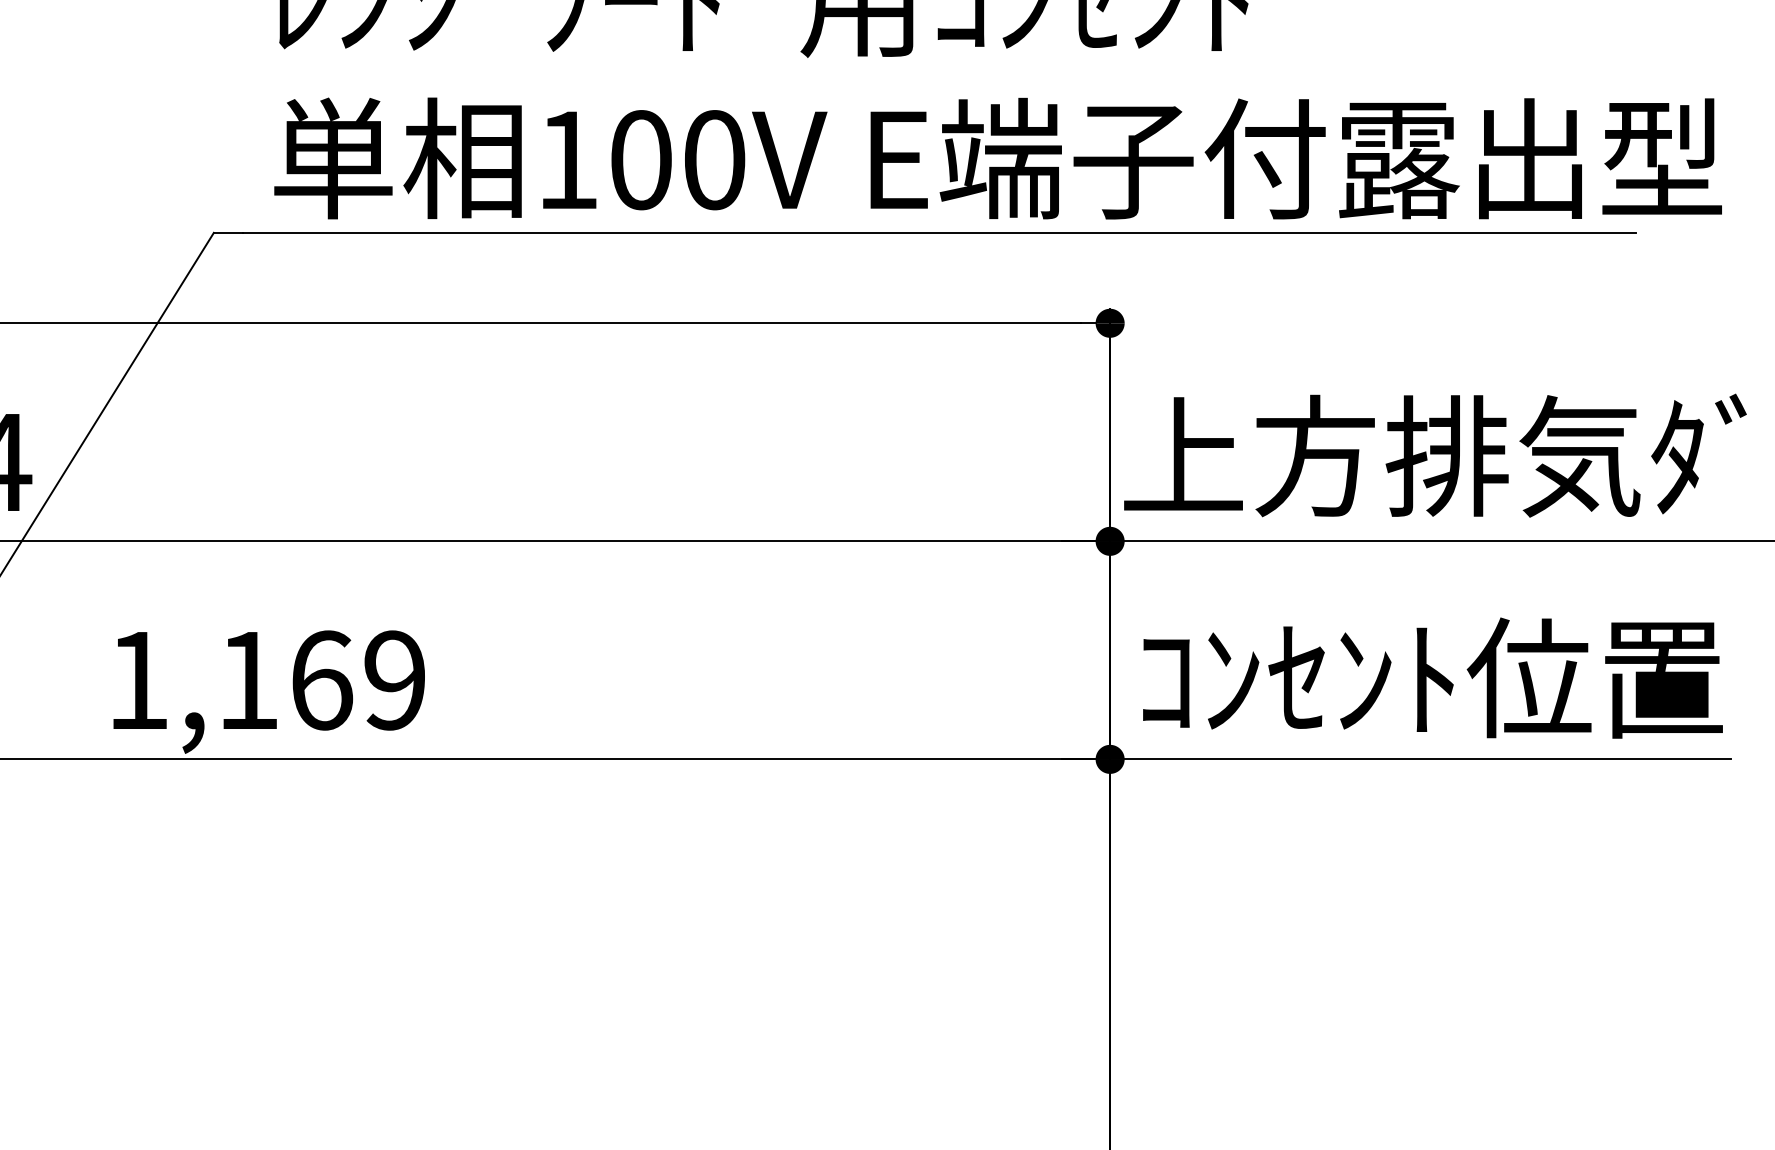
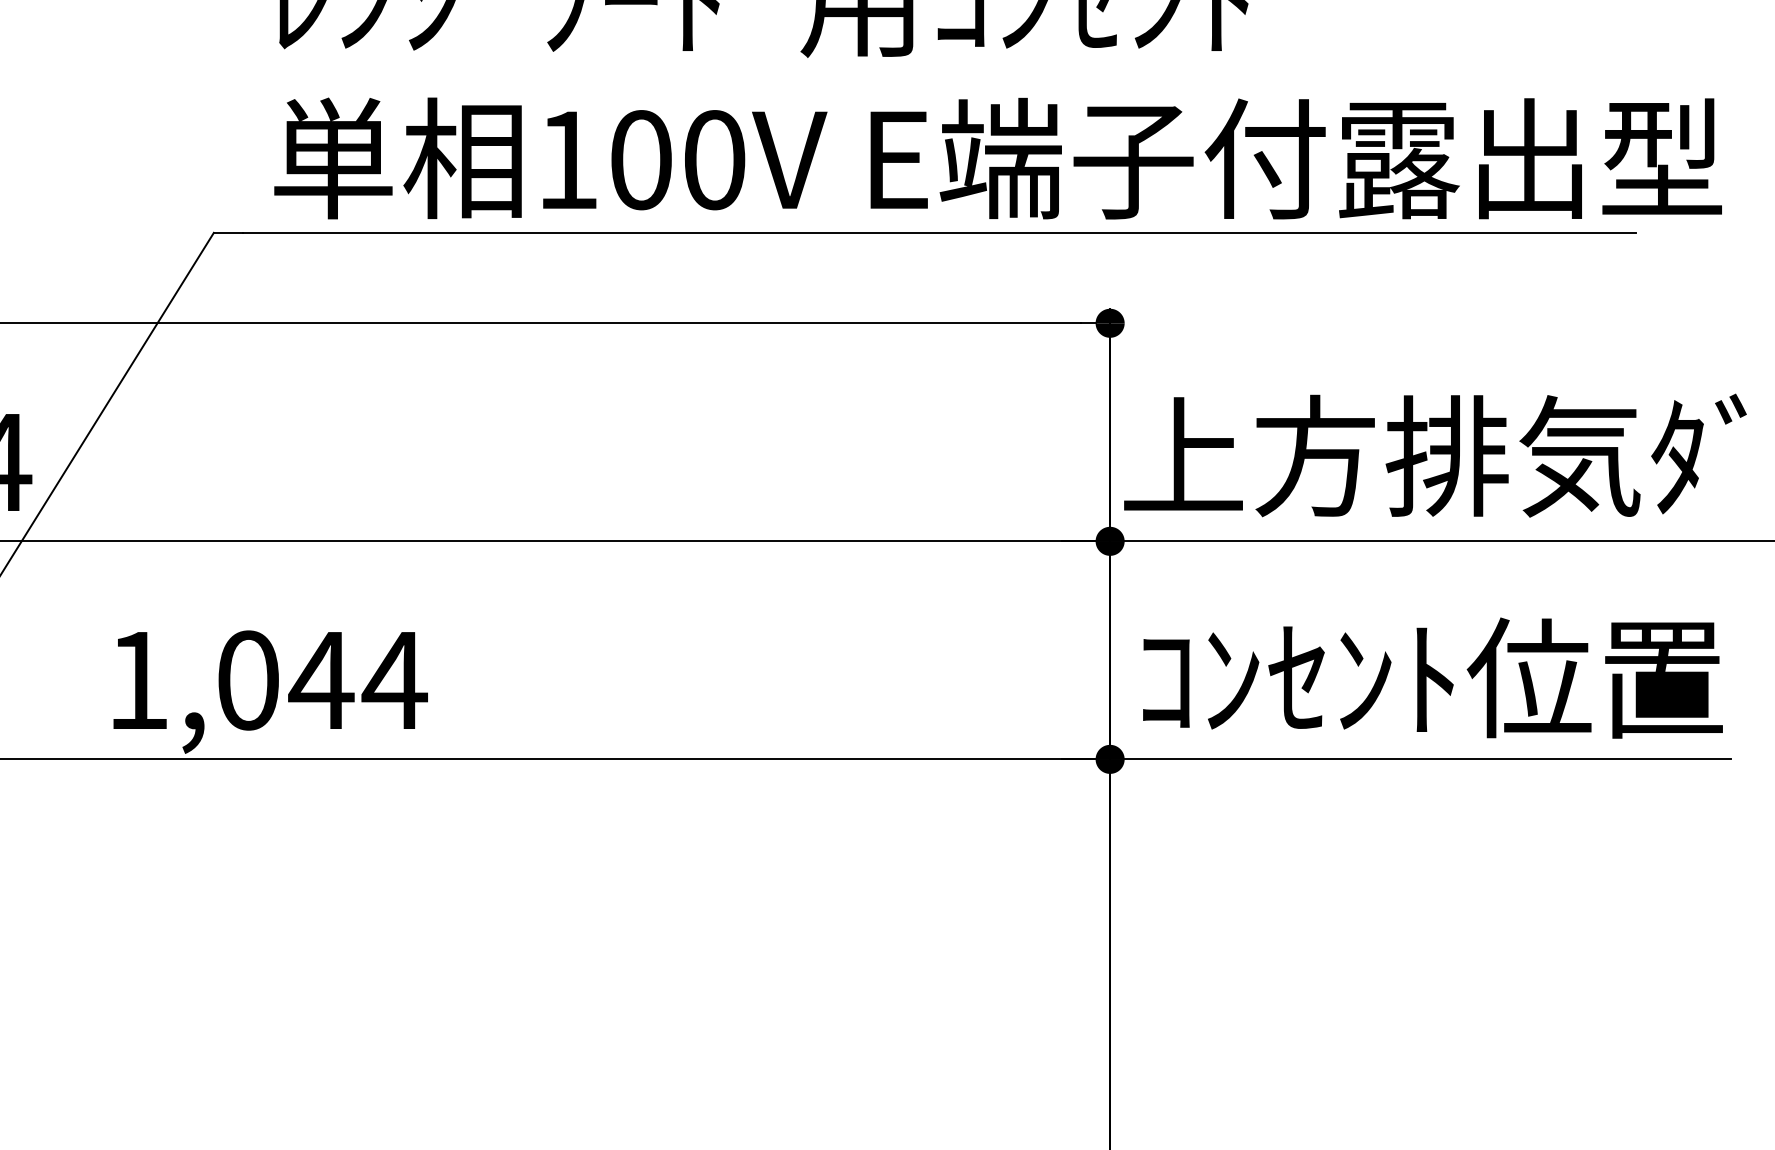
text at (322, 680): 1,169 -> 1,044
